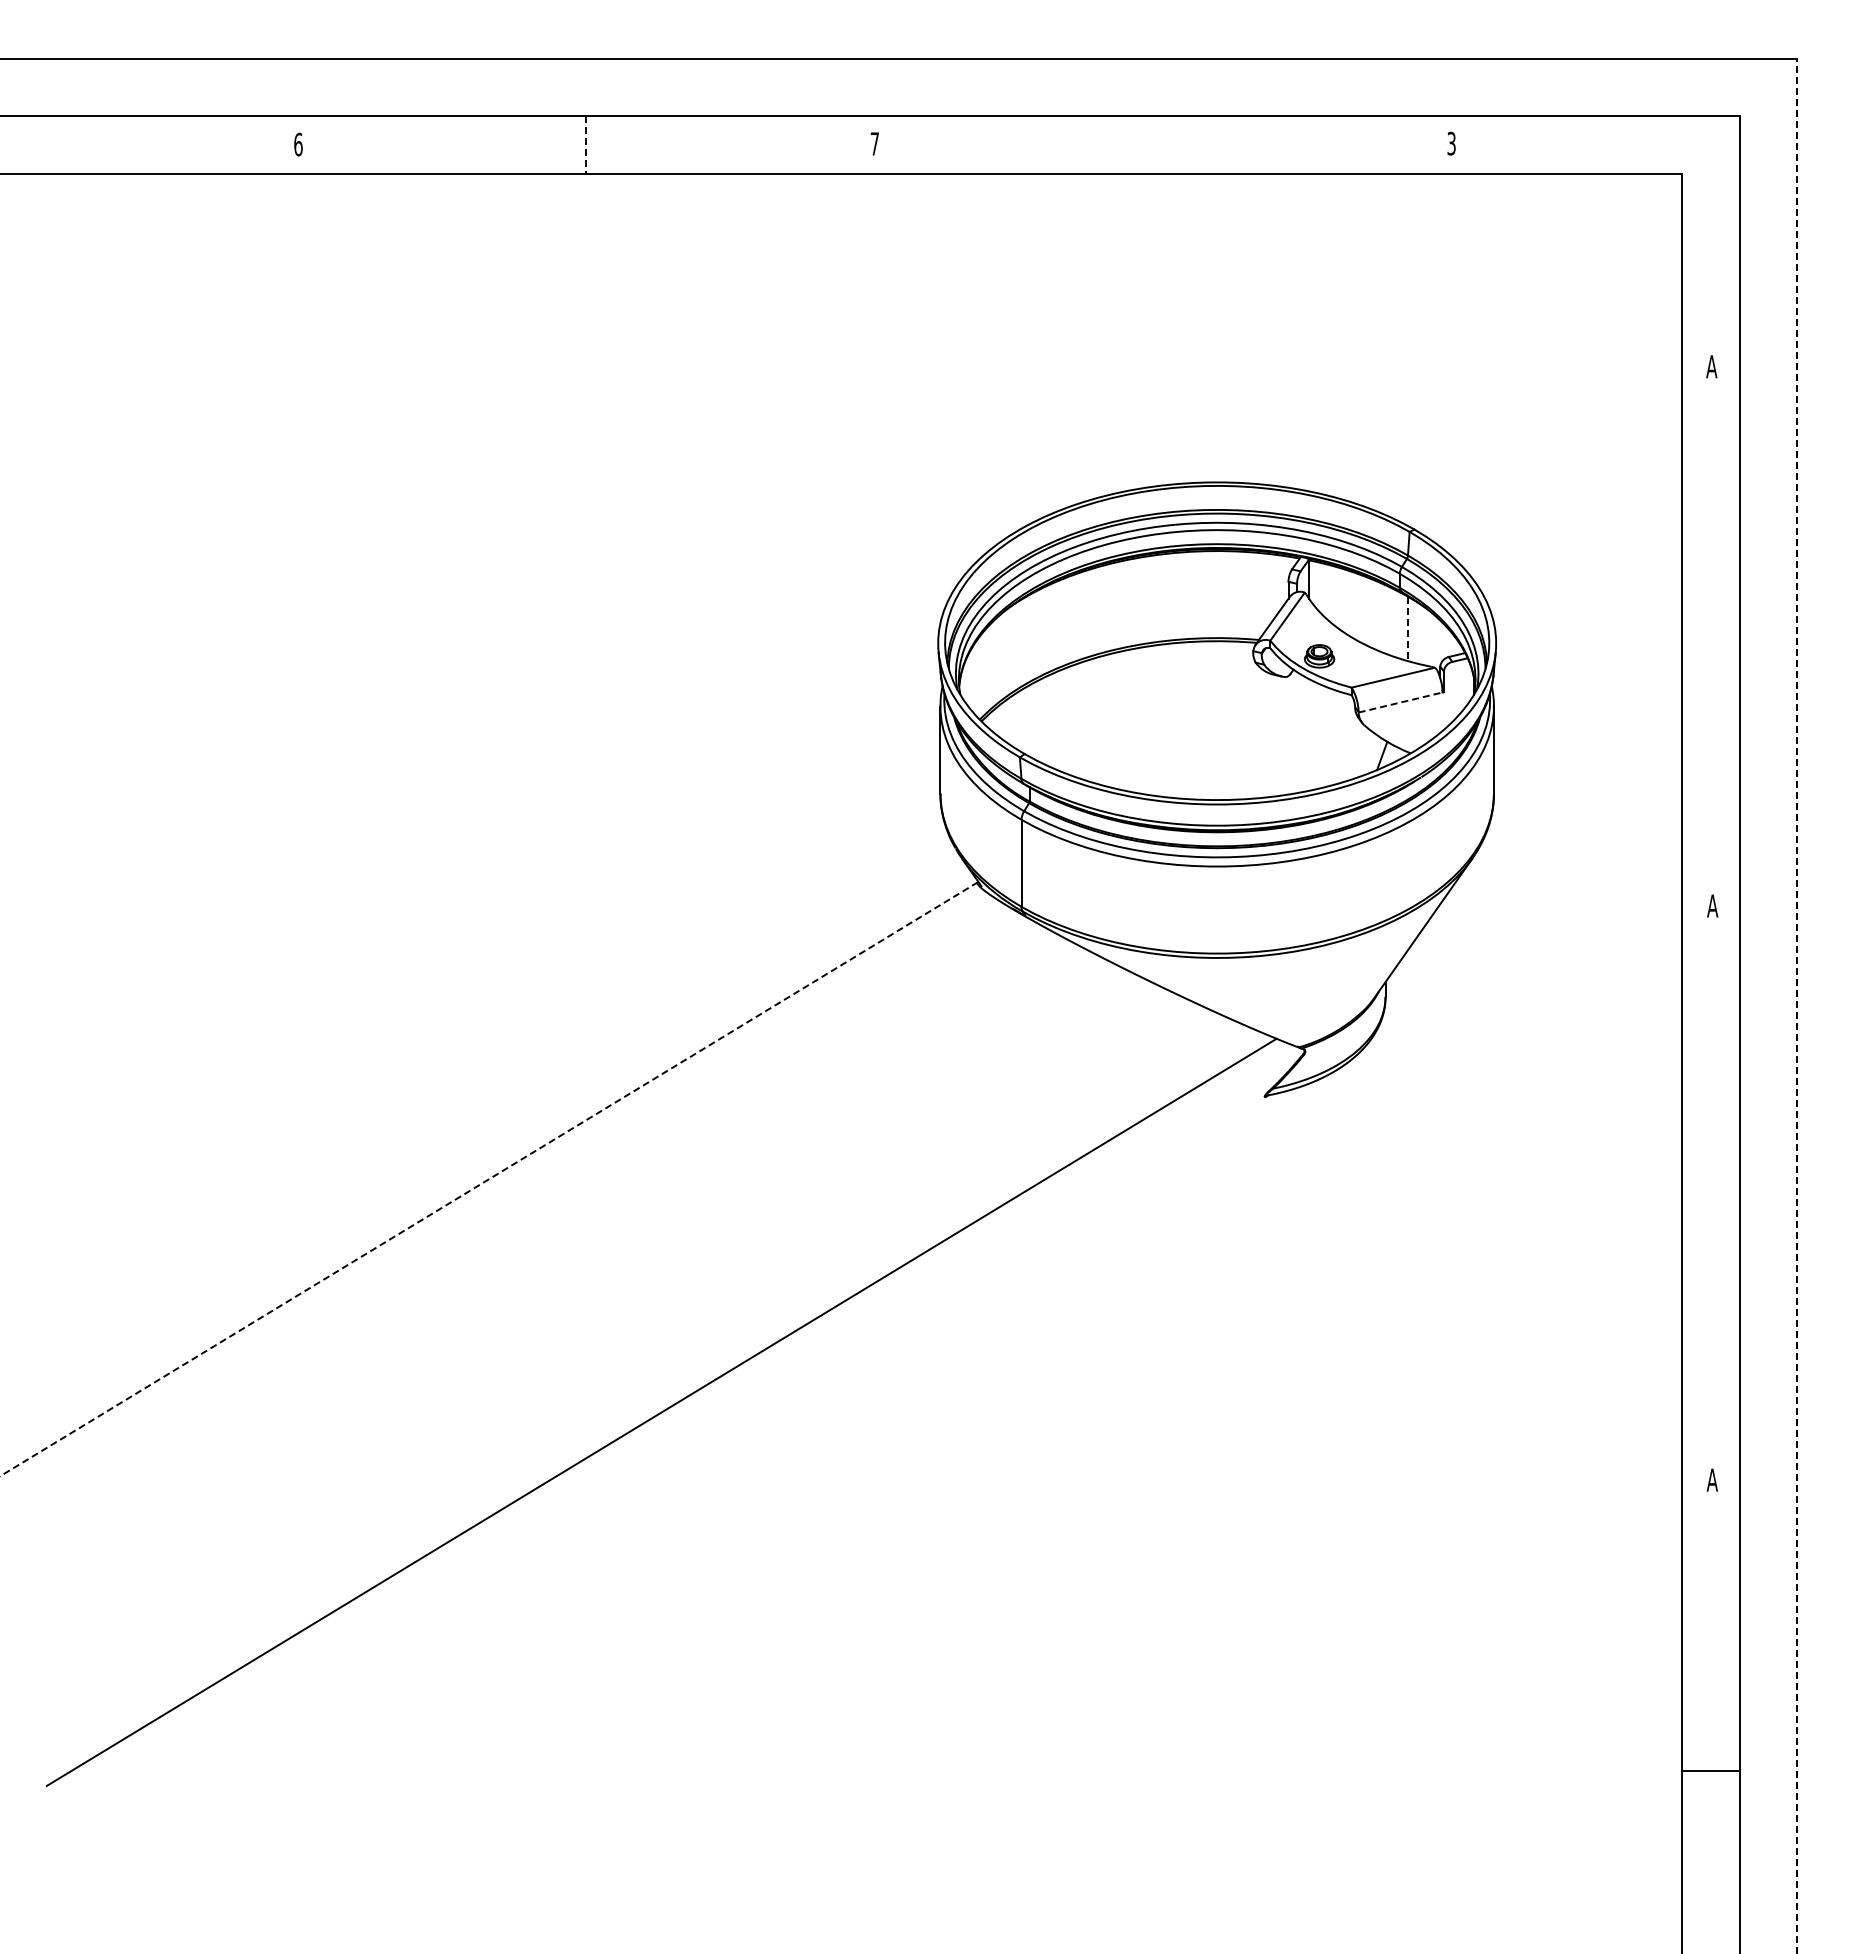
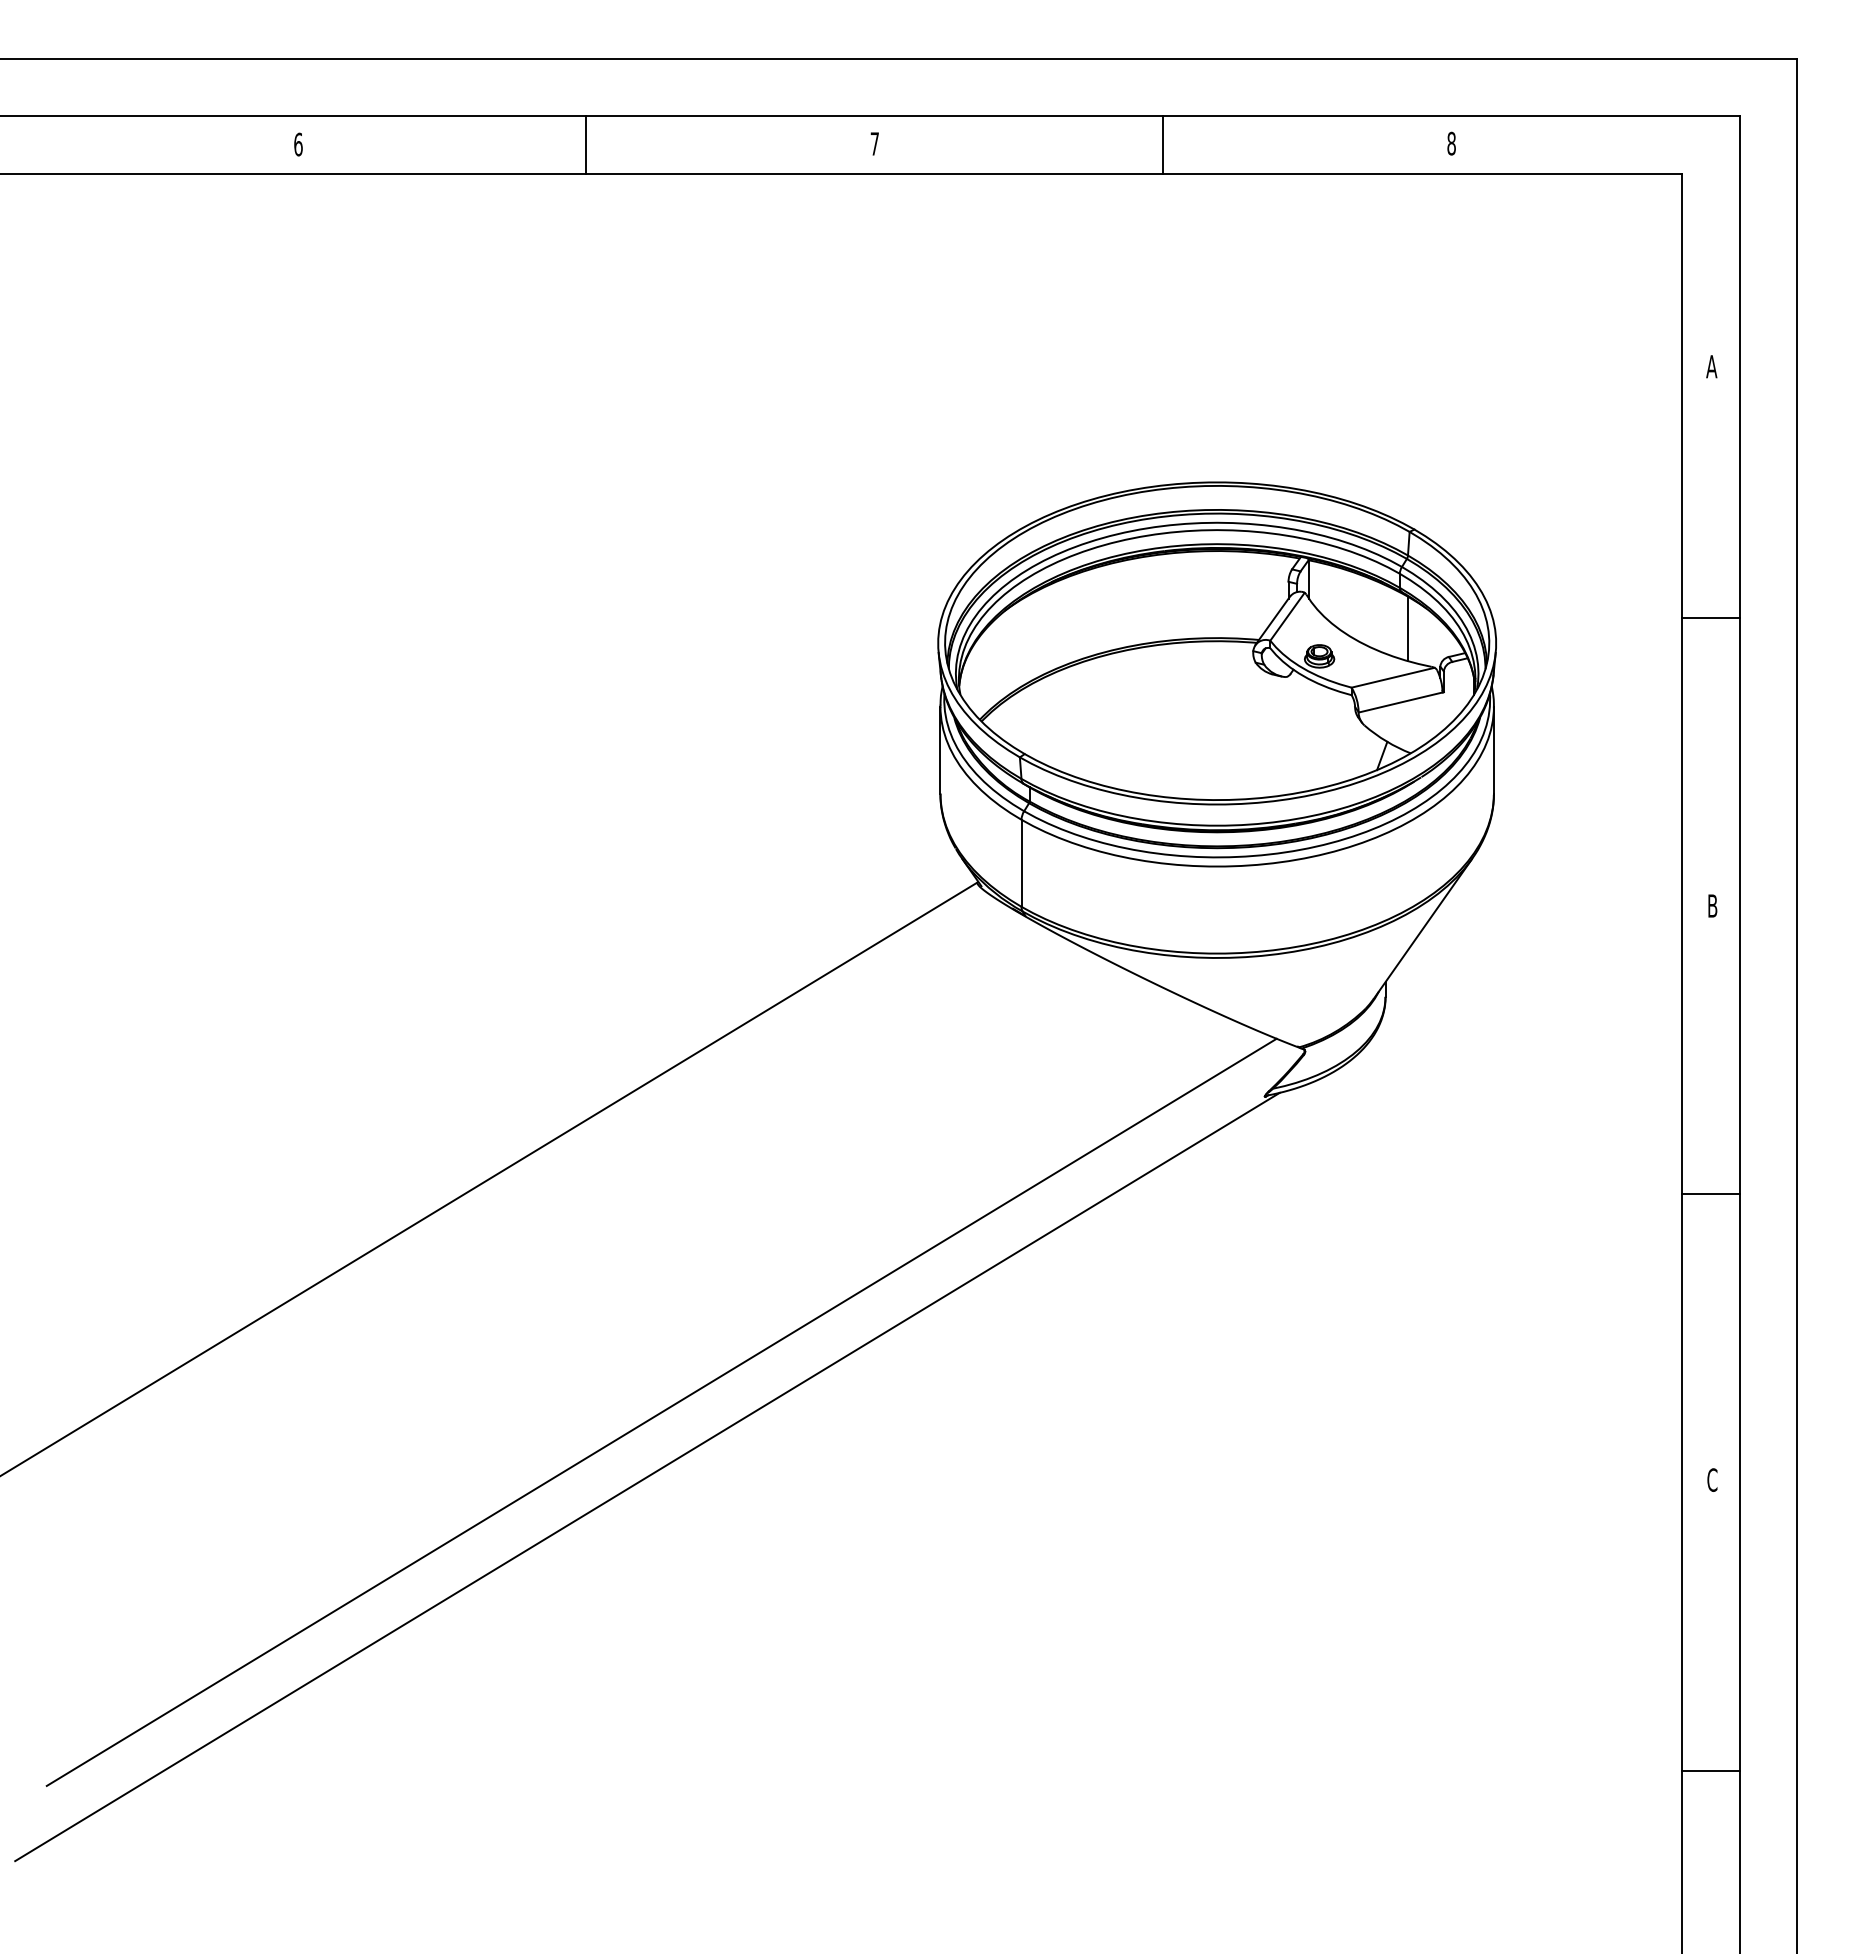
text at (1451, 143): 3 -> 8
line at (1162, 144): none -> present
line at (586, 145): dashed -> solid
line at (1710, 617): none -> present
line at (1408, 629): dashed -> solid
line at (1401, 702): dashed -> solid
text at (1712, 905): A -> B
line at (1797, 1005): dashed -> solid
line at (488, 1179): dashed -> solid
line at (1710, 1194): none -> present
line at (647, 1476): none -> present
text at (1711, 1479): A -> C
